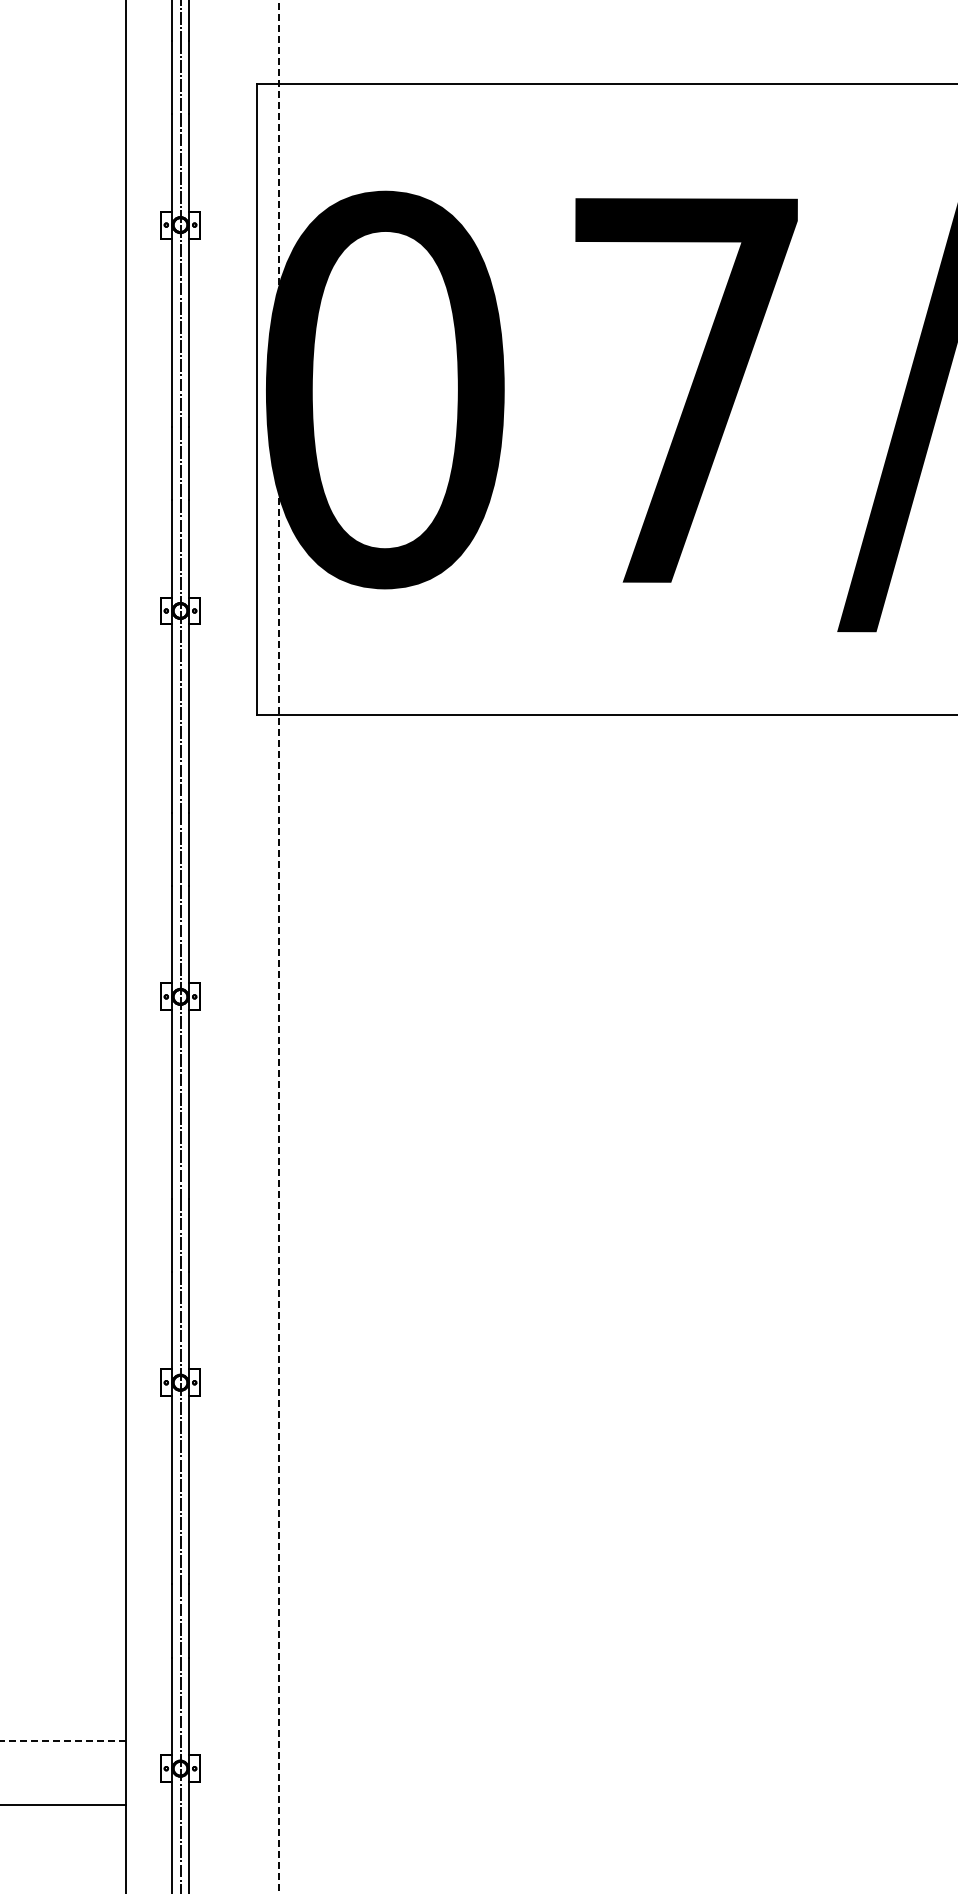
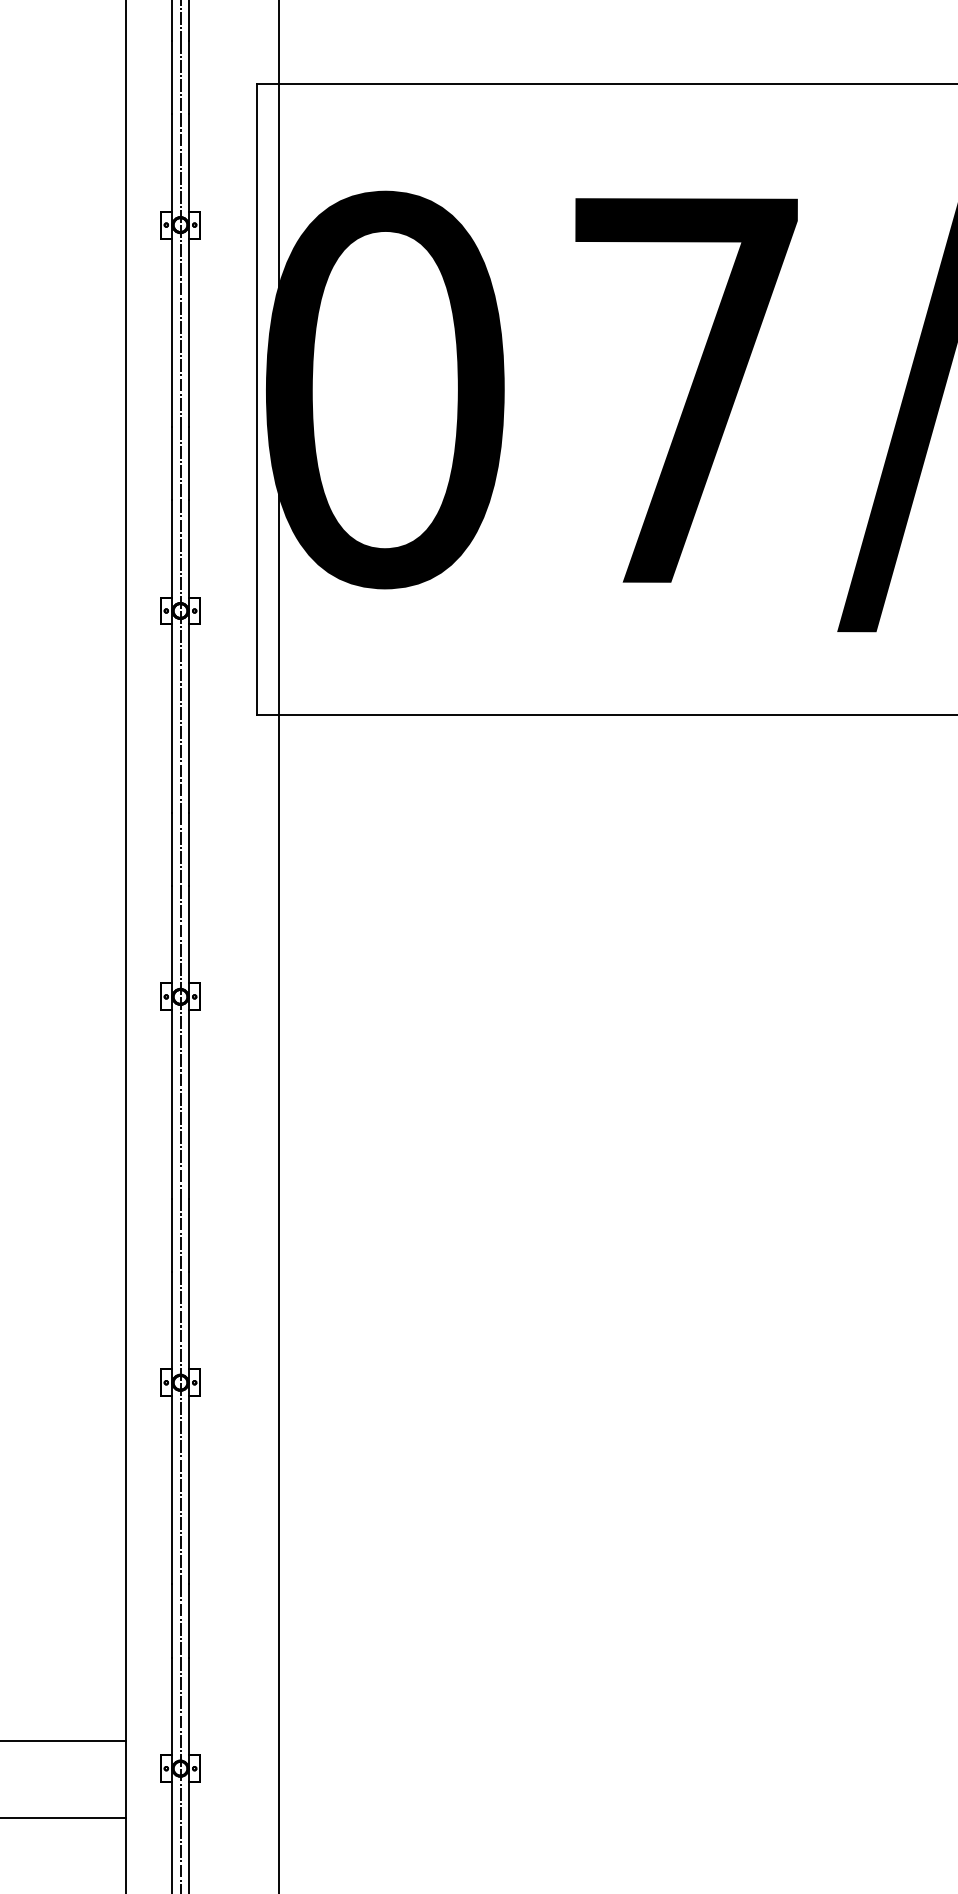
line at (279, 947): dashed -> solid
line at (62, 1740): dashed -> solid
line at (63, 1804) position: (63, 1804) -> (63, 1817)
